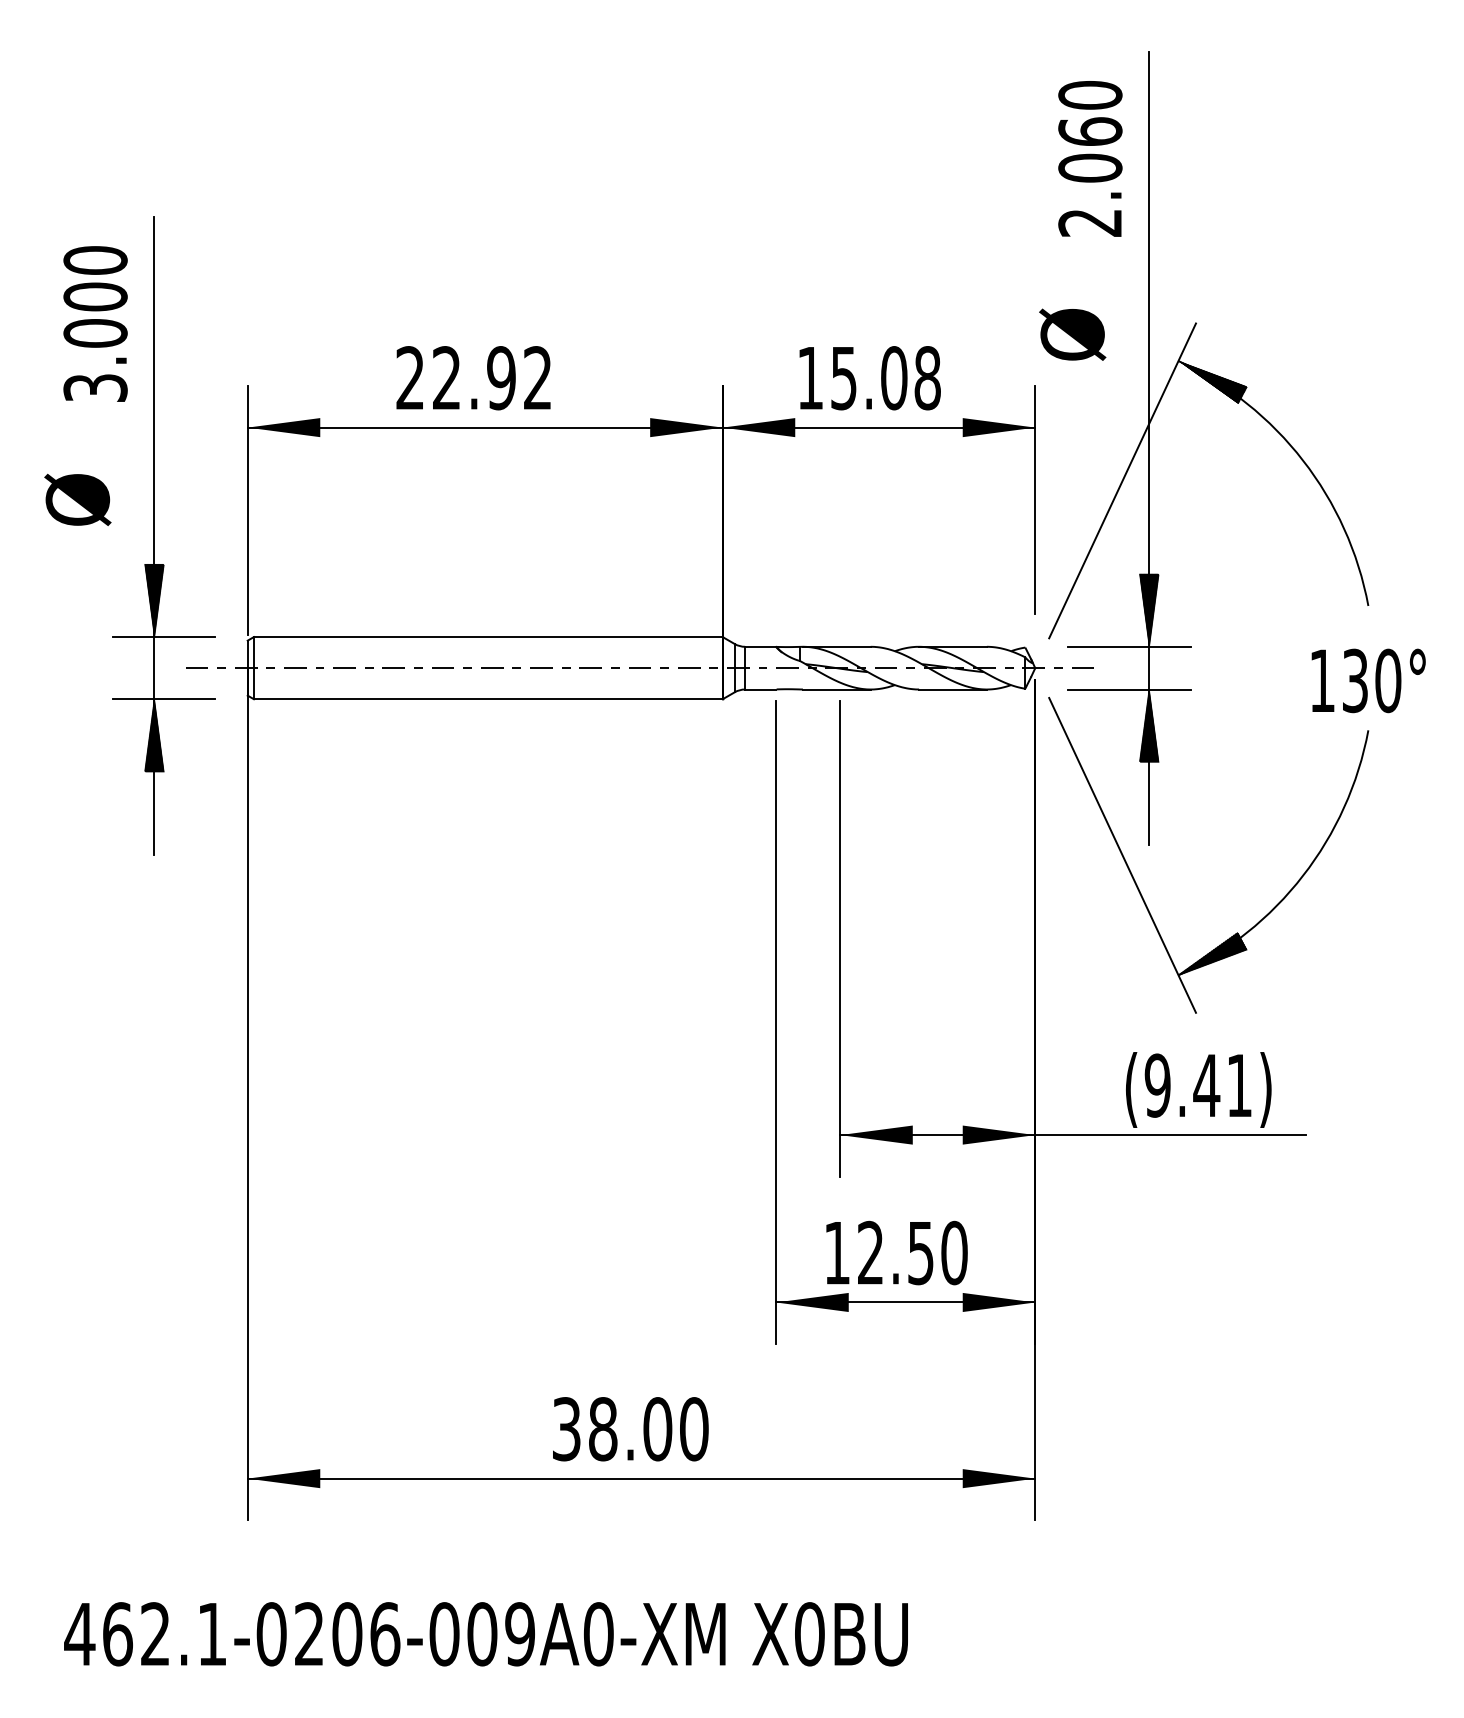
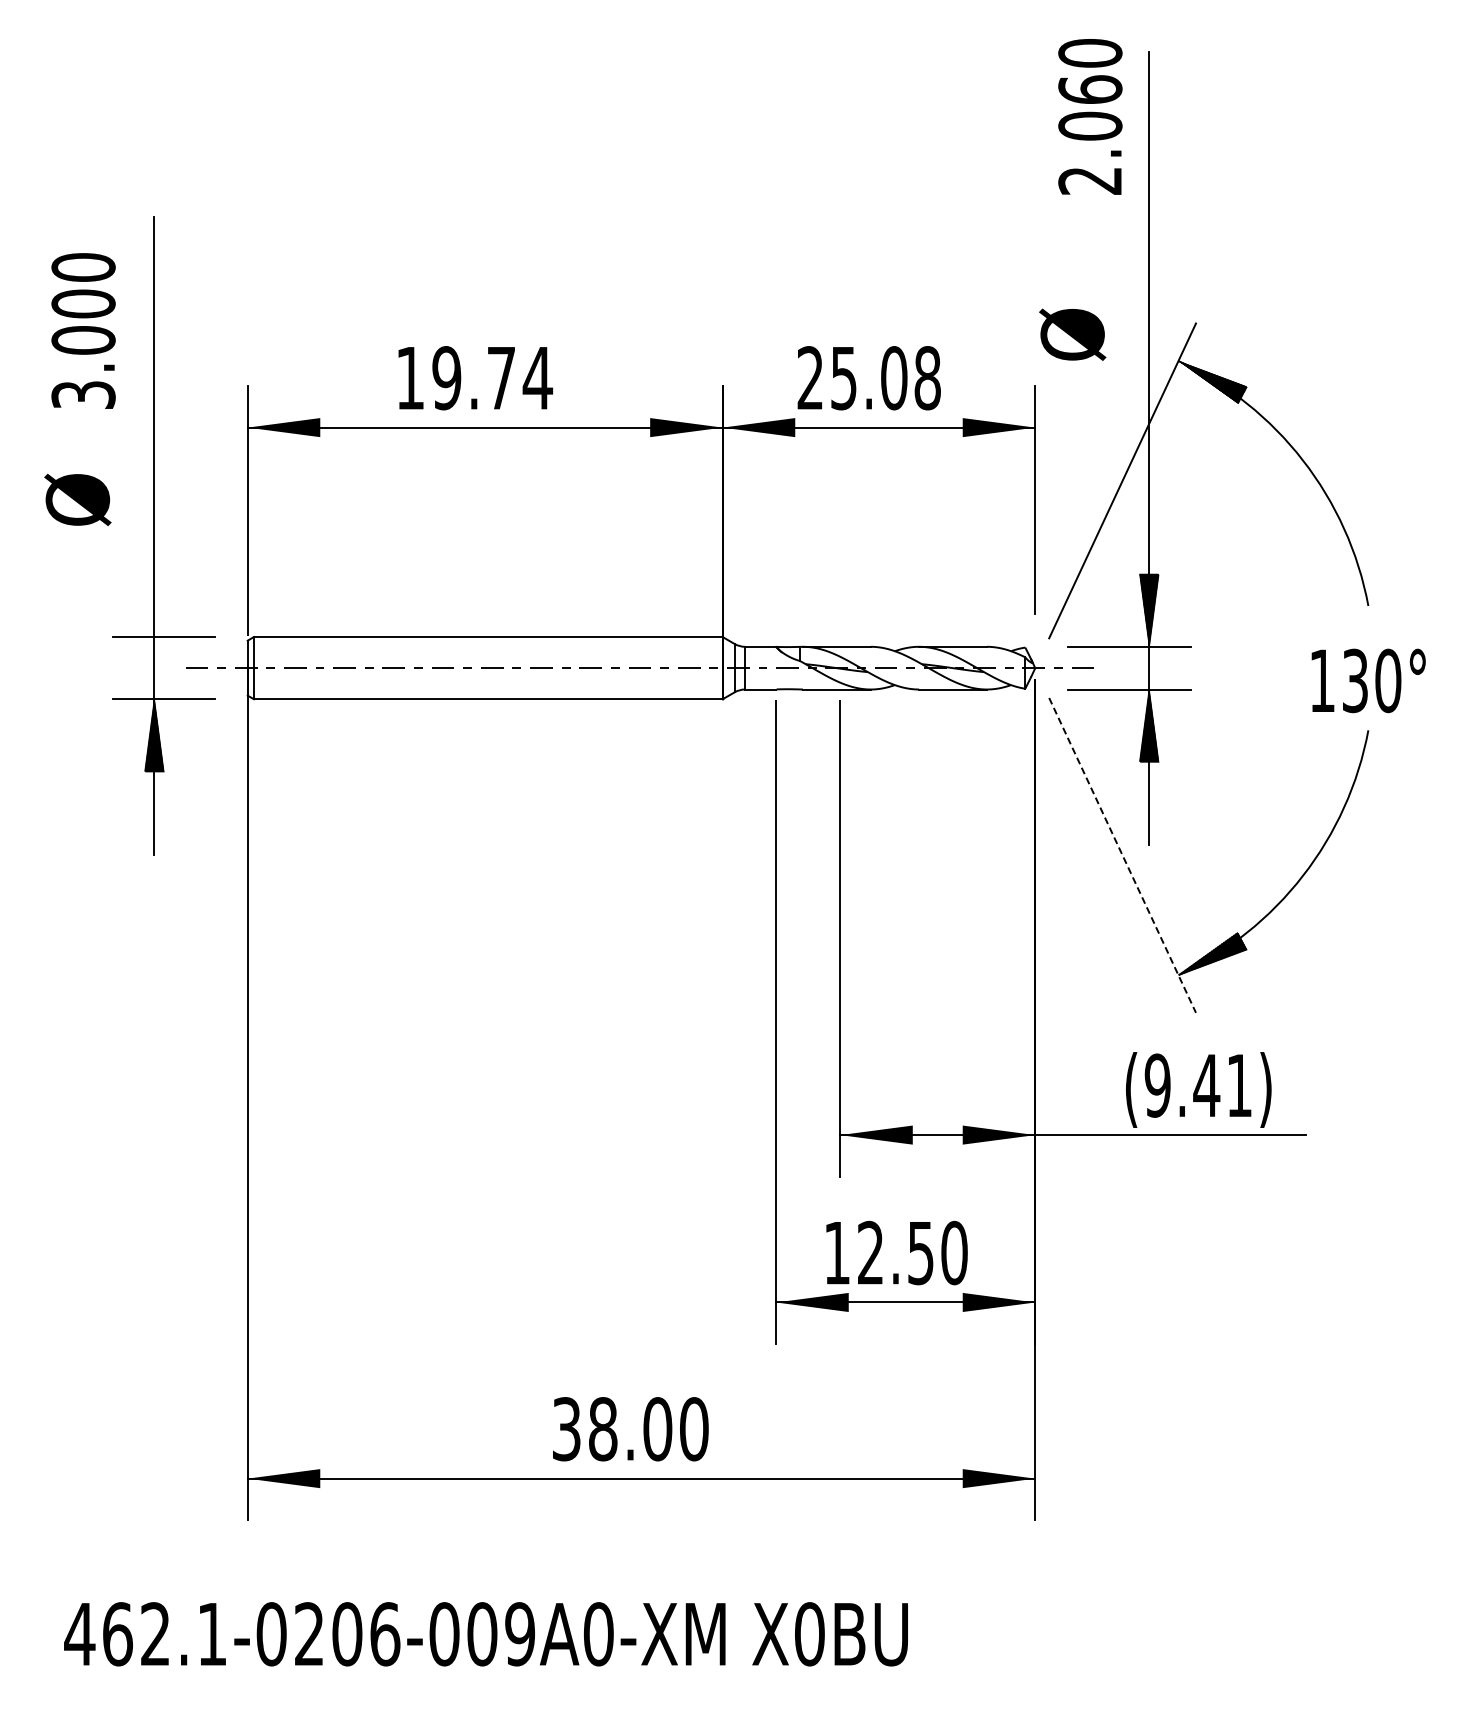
text at (1090, 158) position: (1090, 158) -> (1090, 116)
text at (95, 323) position: (95, 323) -> (83, 330)
text at (809, 377): 15.08 -> 25.08
text at (474, 378): 22.92 -> 19.74
hatch at (153, 600): present -> none
line at (1122, 855): solid -> dashed
